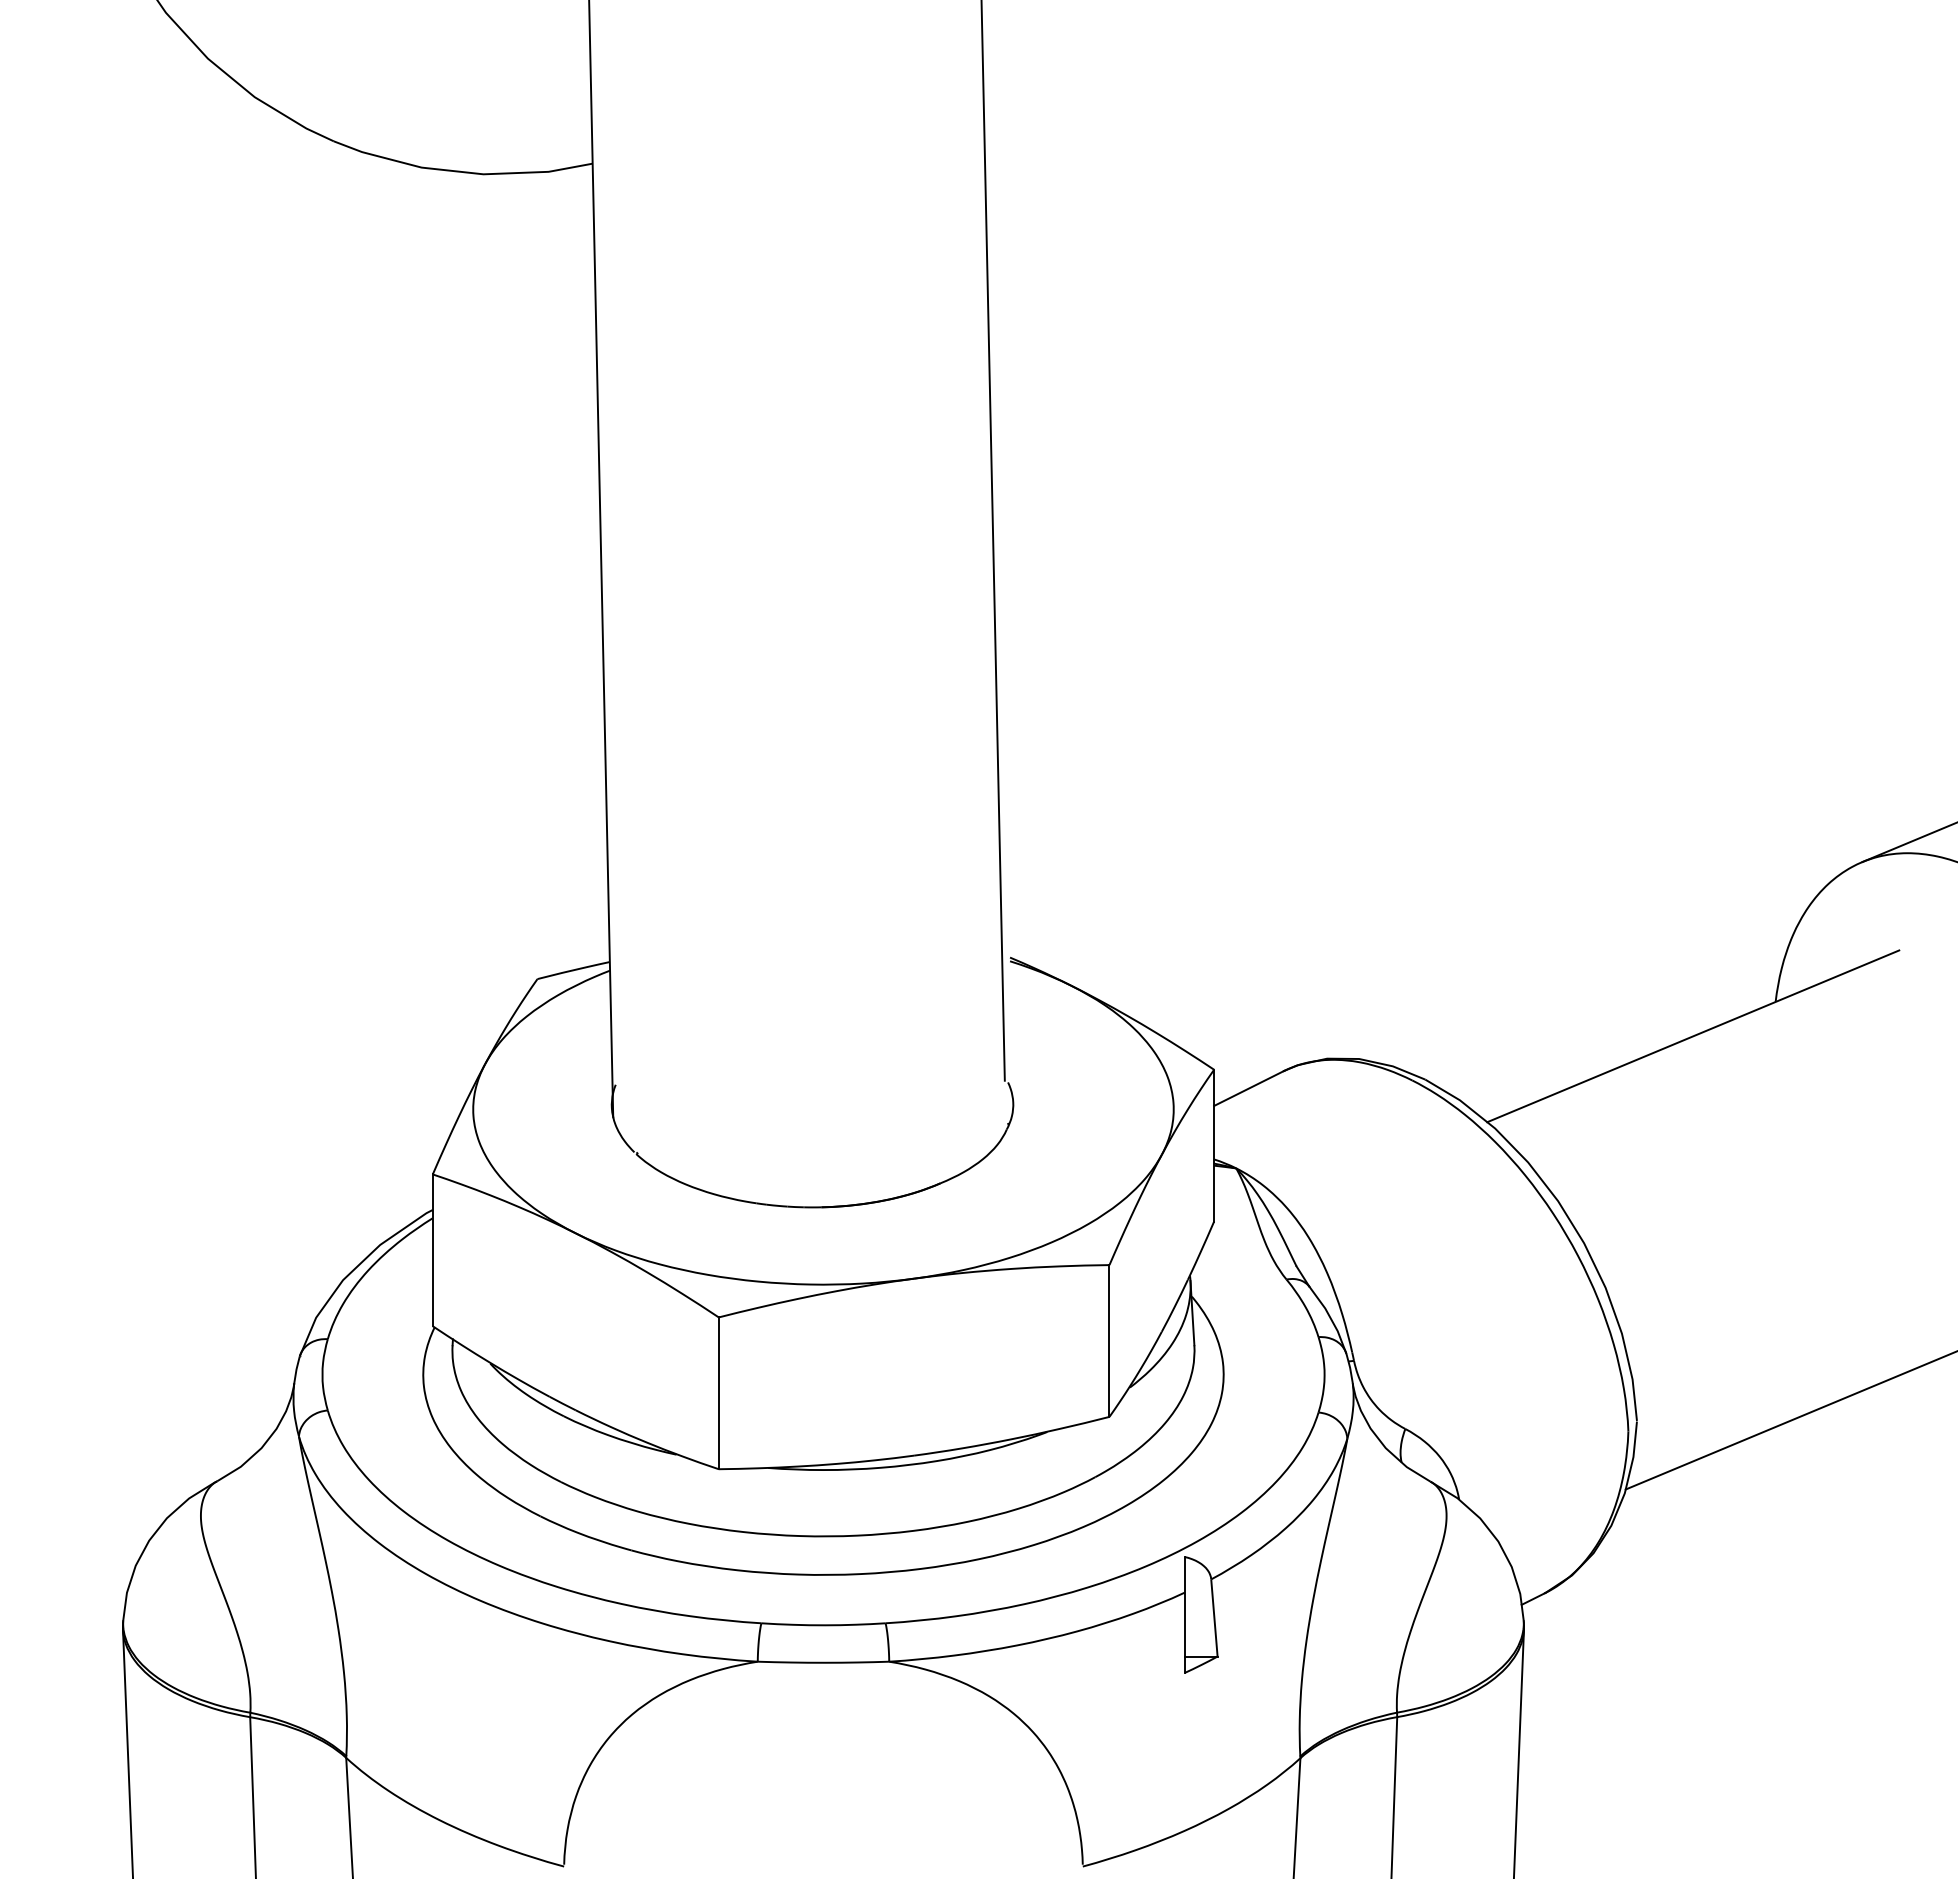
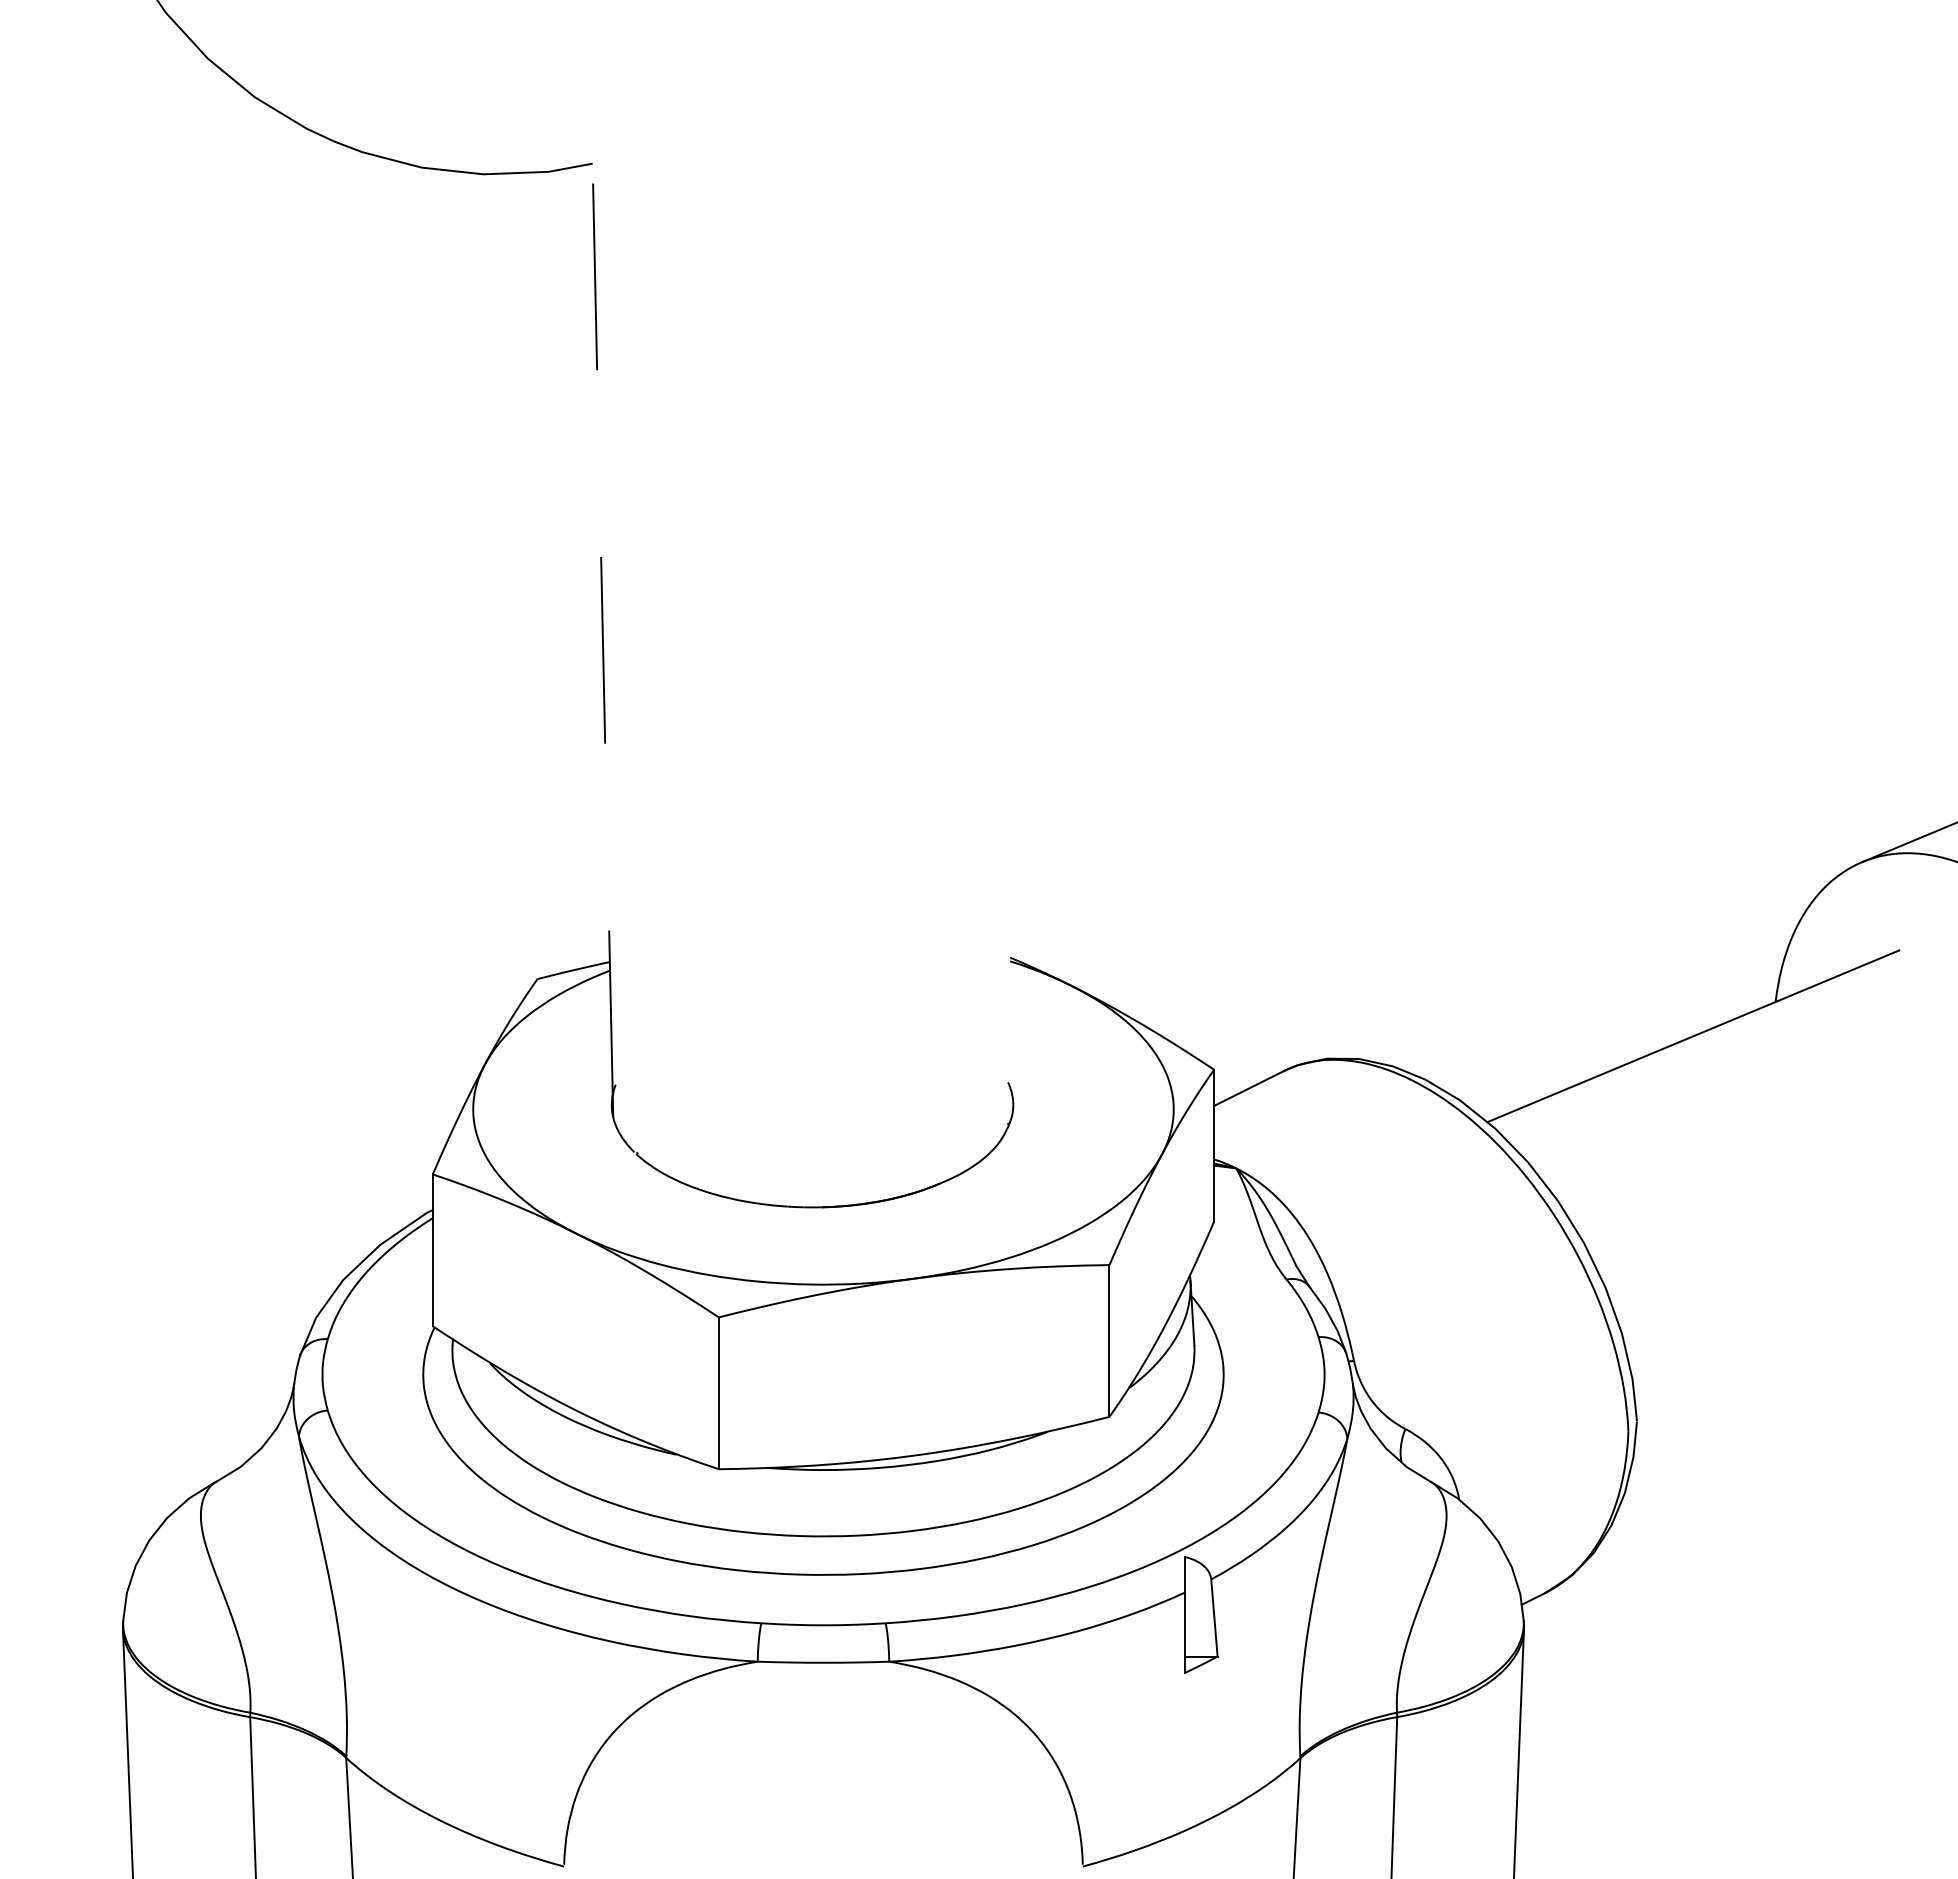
line at (992, 541): present -> none
line at (601, 558): solid -> dashed
line at (1789, 1420): present -> none
